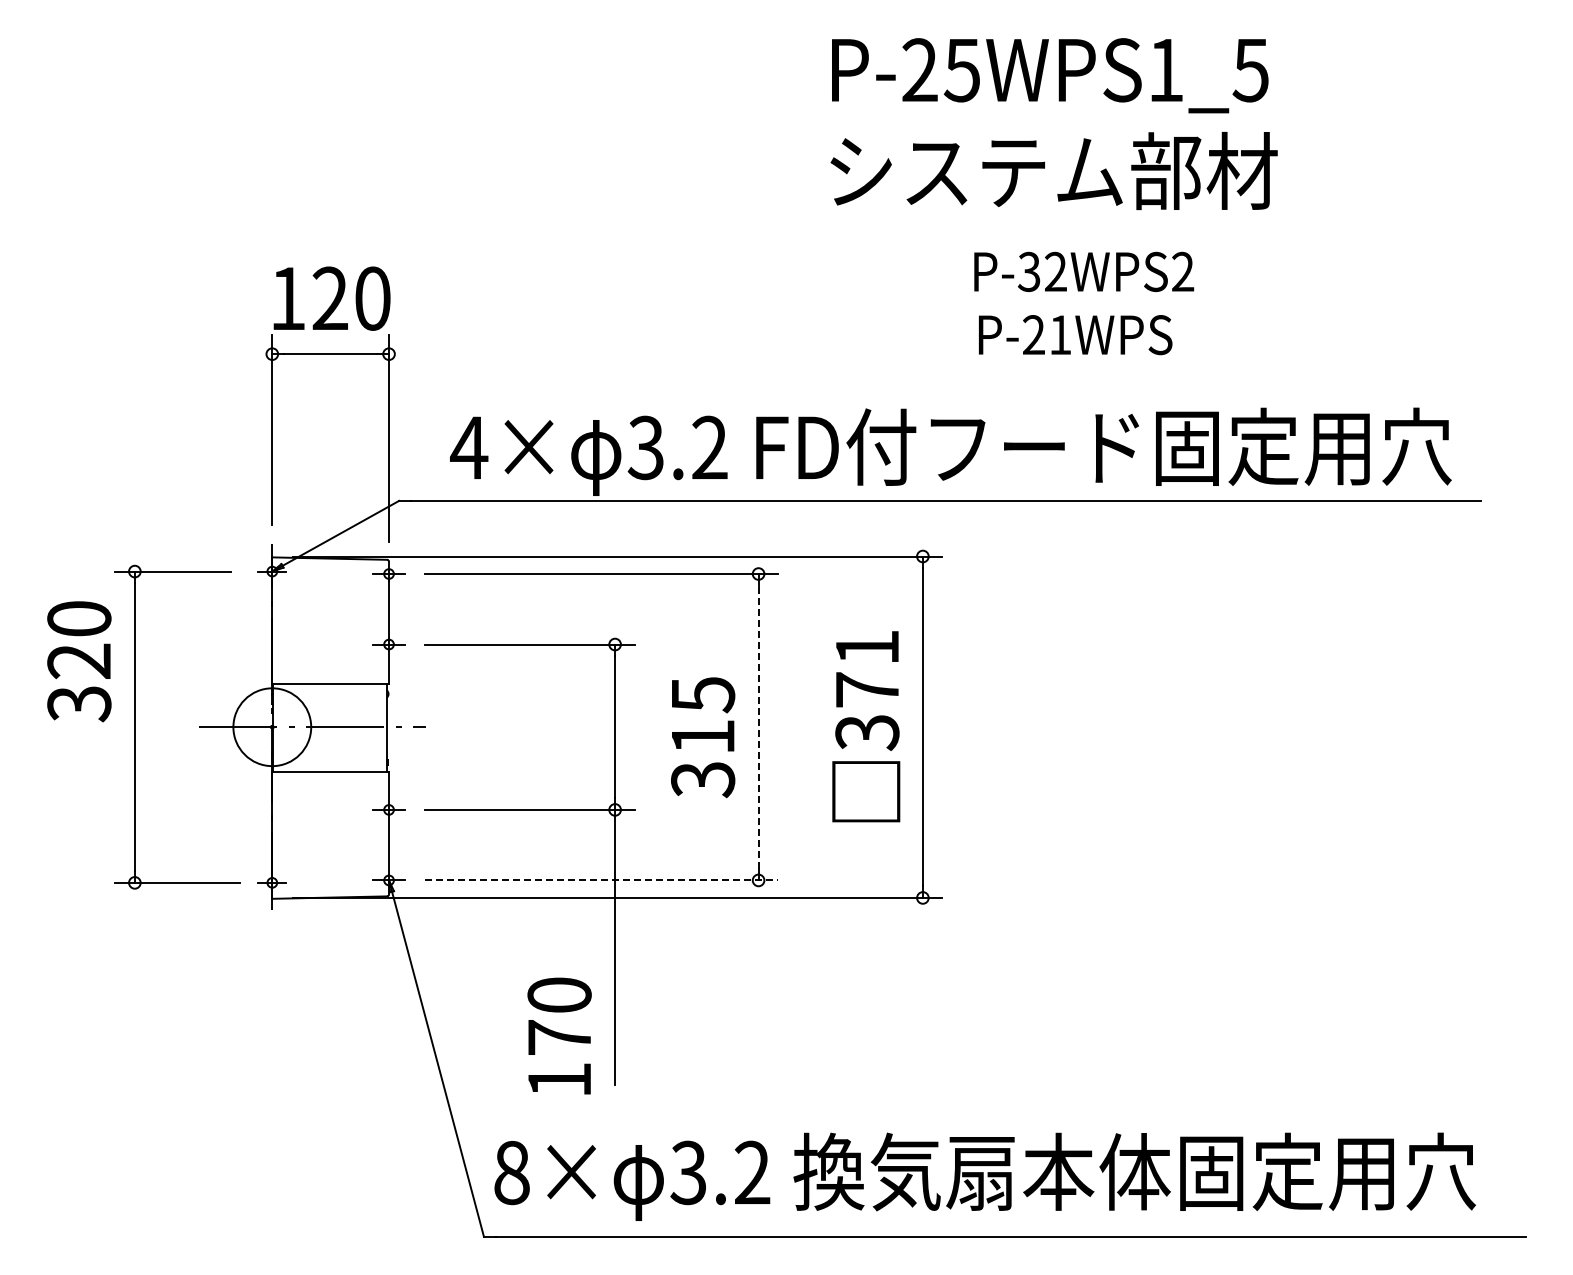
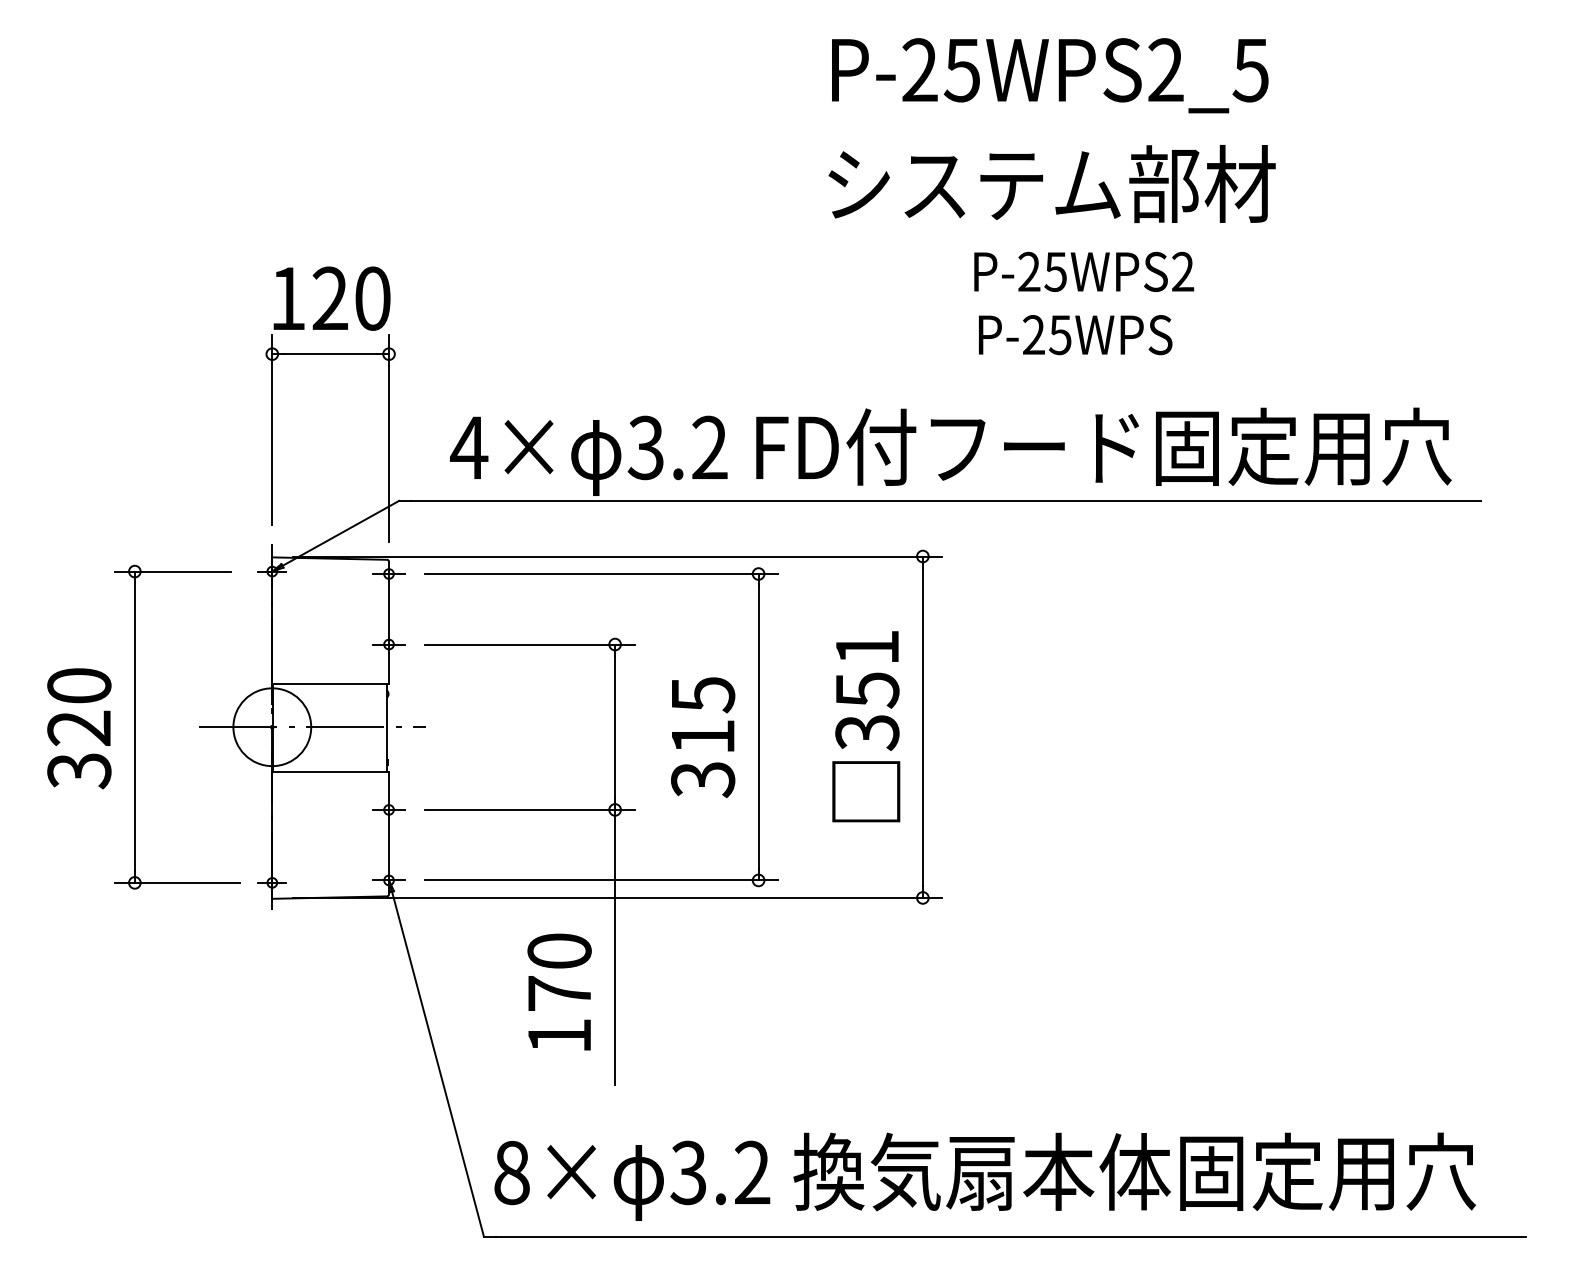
text at (1165, 69): P-25WPS1_5 -> P-25WPS2_5
text at (1053, 171) position: (1053, 171) -> (1051, 184)
text at (1041, 271): P-32WPS2 -> P-25WPS2
text at (1060, 335): P-21WPS -> P-25WPS
text at (79, 661) position: (79, 661) -> (79, 728)
text at (867, 690): 371 -> 351
line at (758, 727): dashed -> solid
line at (601, 880): dashed -> solid
text at (559, 1035) position: (559, 1035) -> (559, 991)
